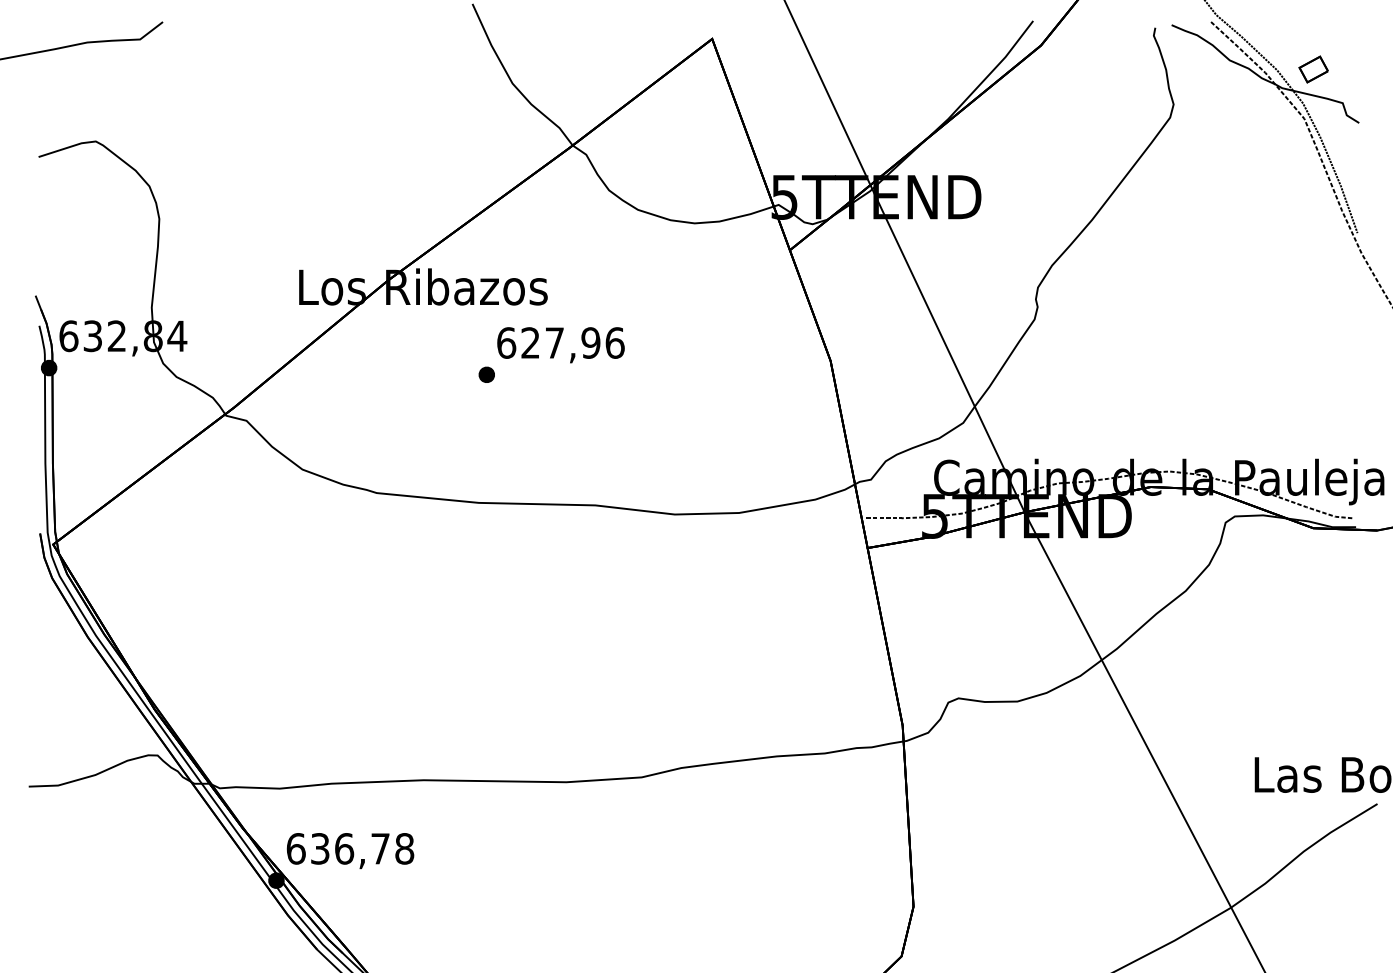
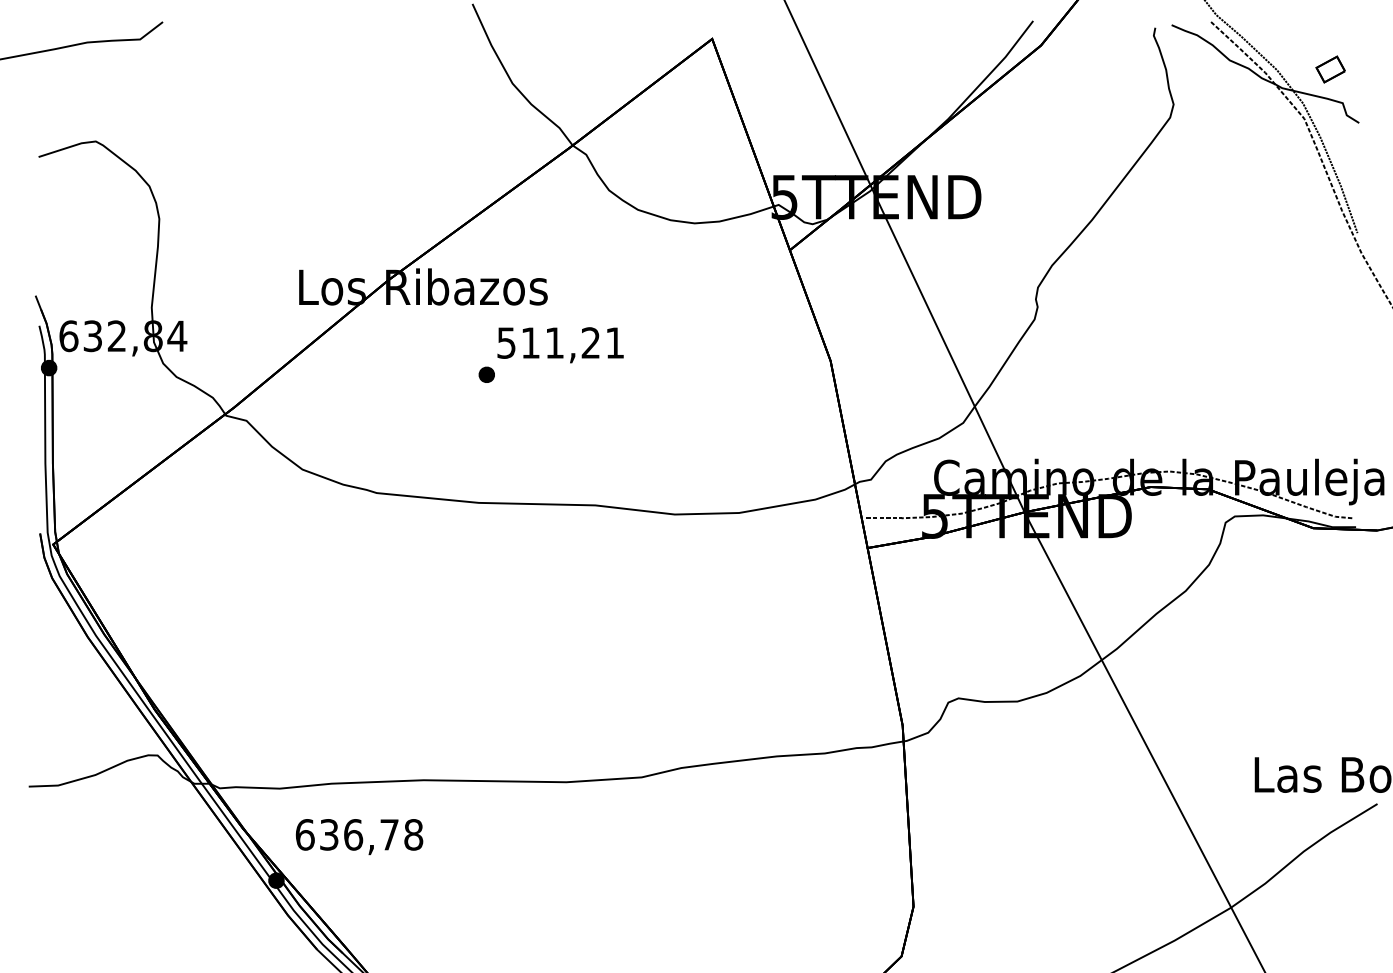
part at (1313, 69) position: (1313, 69) -> (1330, 69)
text at (560, 342): 627,96 -> 511,21
text at (350, 851) position: (350, 851) -> (359, 837)
